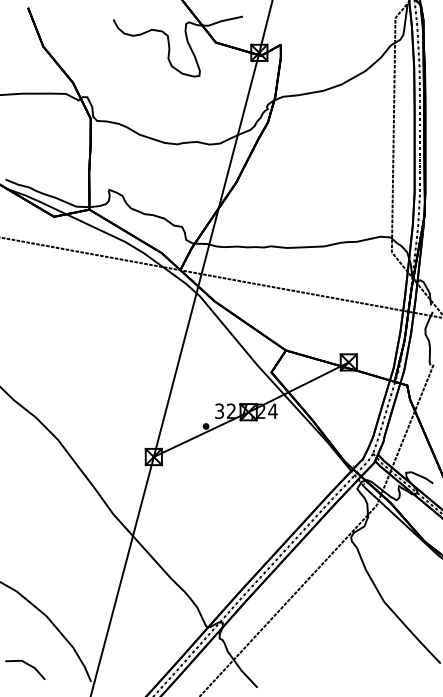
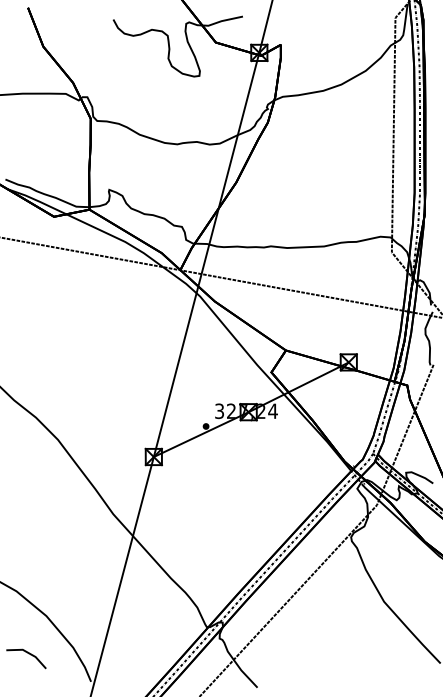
line at (27, 665) position: (27, 665) -> (28, 654)
